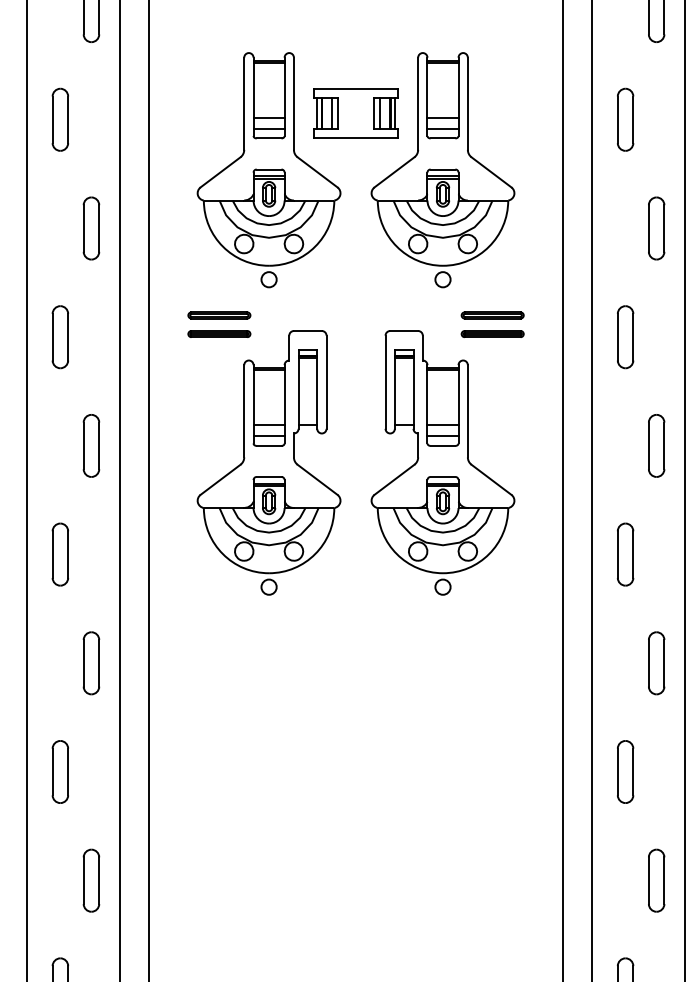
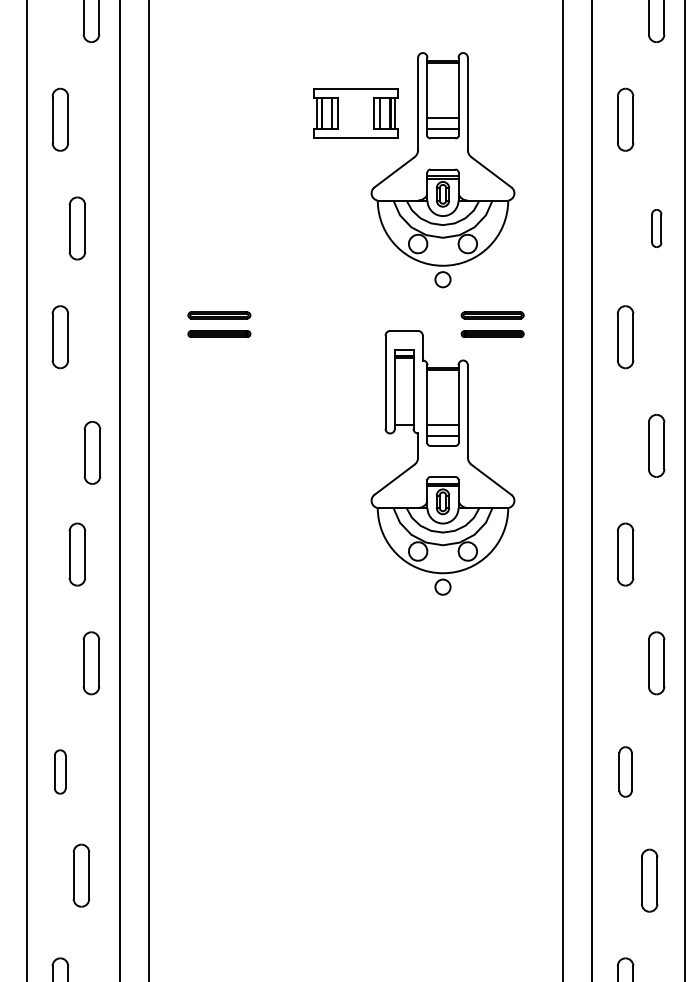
part at (268, 170): present -> none
part at (91, 228) position: (91, 228) -> (77, 228)
part at (656, 228) size: 18x65 px -> 12x39 px
part at (91, 445) position: (91, 445) -> (92, 452)
part at (268, 462): present -> none
part at (59, 554) position: (59, 554) -> (76, 554)
part at (59, 771) size: 18x64 px -> 13x46 px
part at (625, 771) size: 18x64 px -> 15x52 px
part at (91, 880) position: (91, 880) -> (81, 875)
part at (656, 880) position: (656, 880) -> (649, 880)
